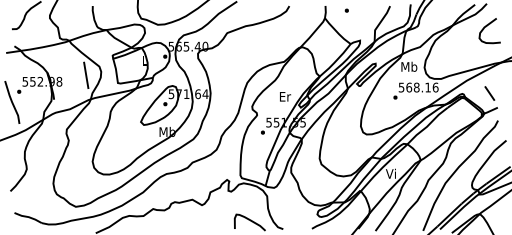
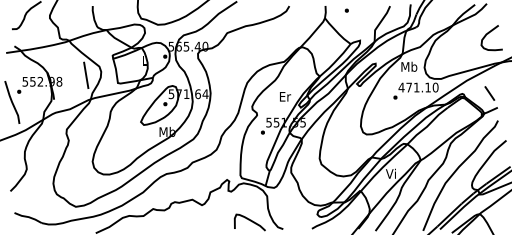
curve at (486, 27) position: (486, 27) -> (488, 34)
text at (418, 87): 568.16 -> 471.10
